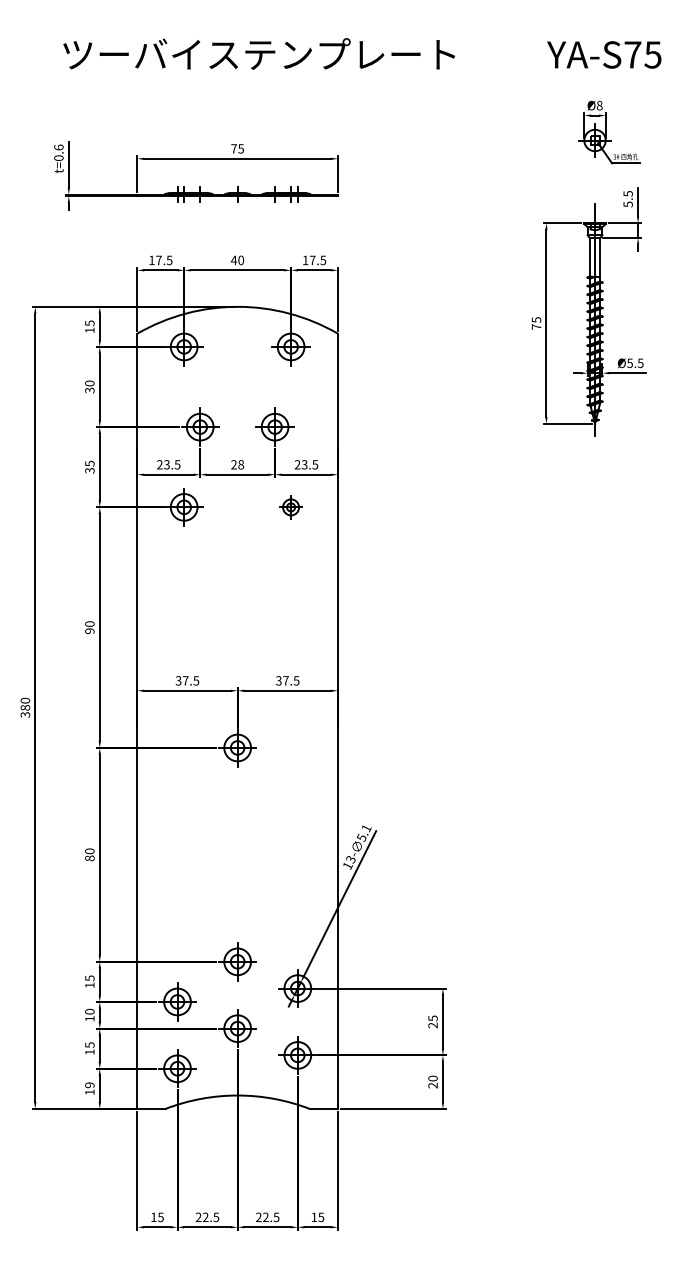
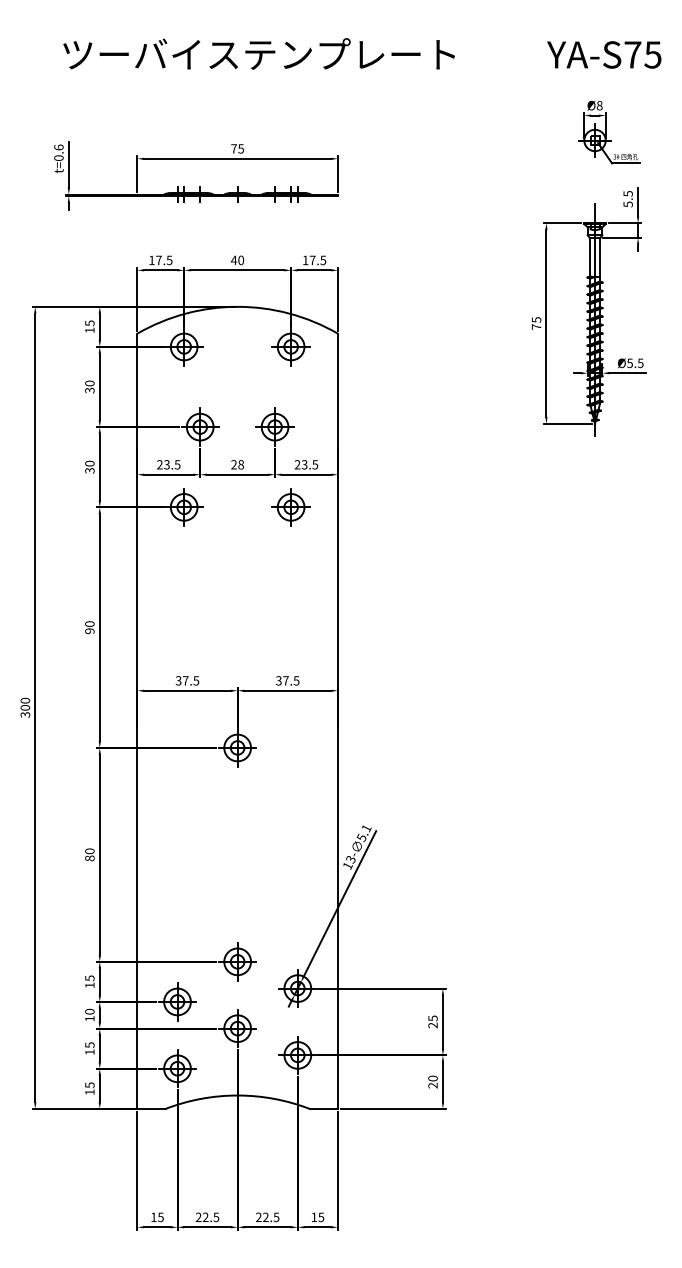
text at (89, 463): 35 -> 30
part at (290, 507) size: 24x25 px -> 40x39 px
text at (25, 707): 380 -> 300
text at (89, 1085): 19 -> 15
